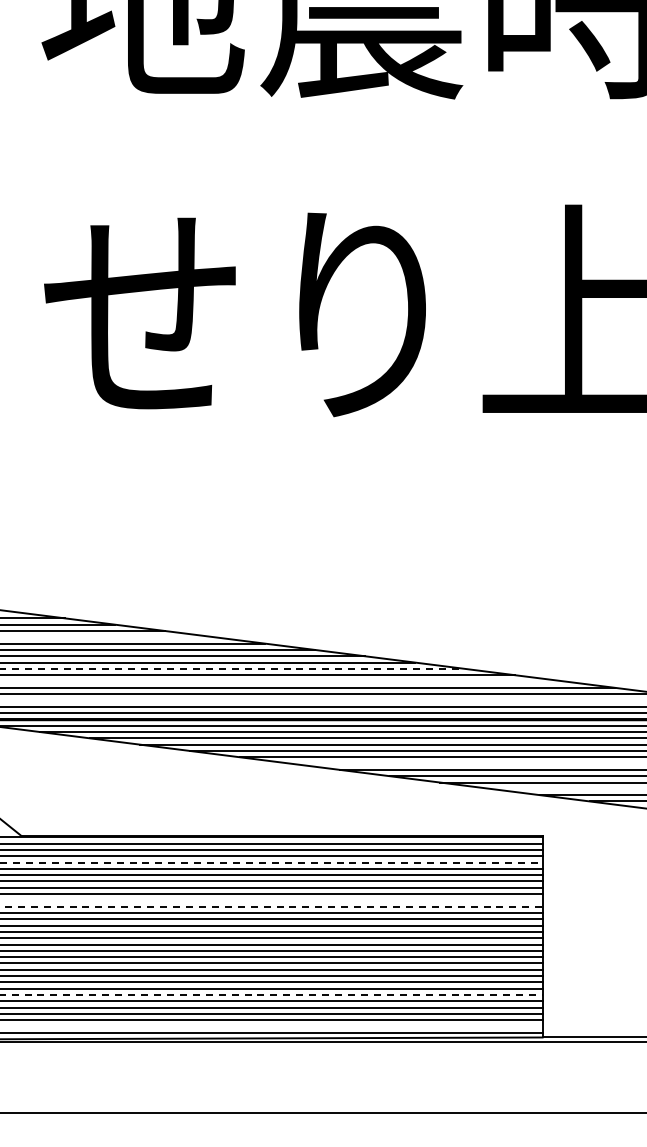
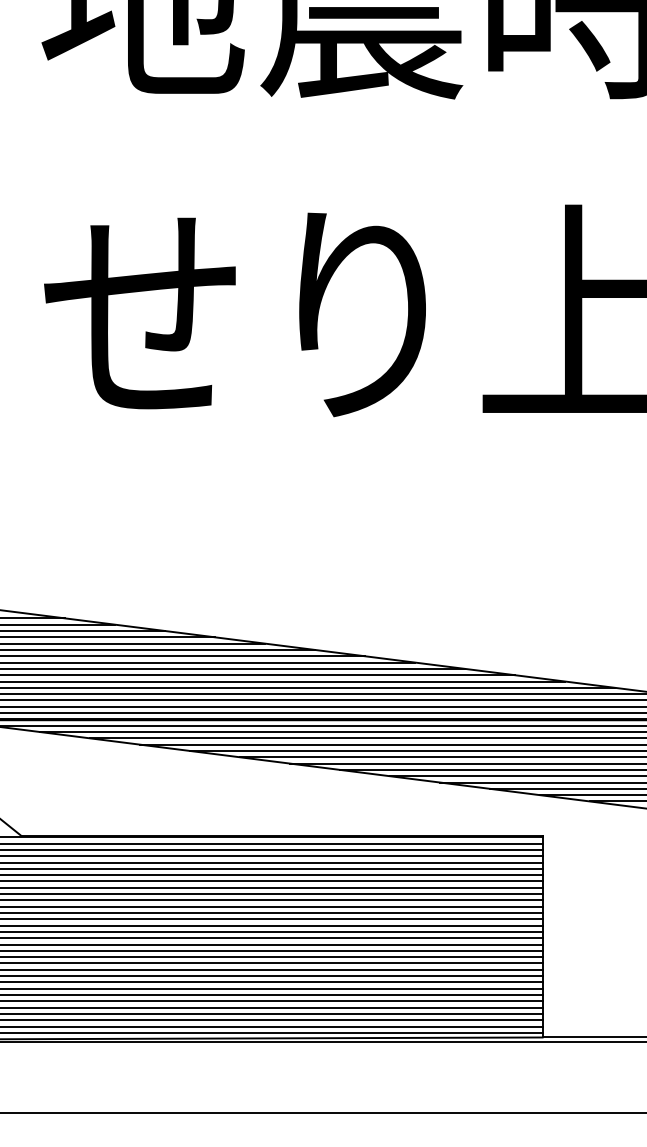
line at (108, 637): none -> present
line at (233, 668): dashed -> solid
line at (283, 681): none -> present
line at (322, 700): none -> present
line at (466, 763): none -> present
line at (566, 788): none -> present
line at (271, 862): dashed -> solid
line at (272, 900): none -> present
line at (271, 906): dashed -> solid
line at (271, 995): dashed -> solid
line at (272, 1026): none -> present
